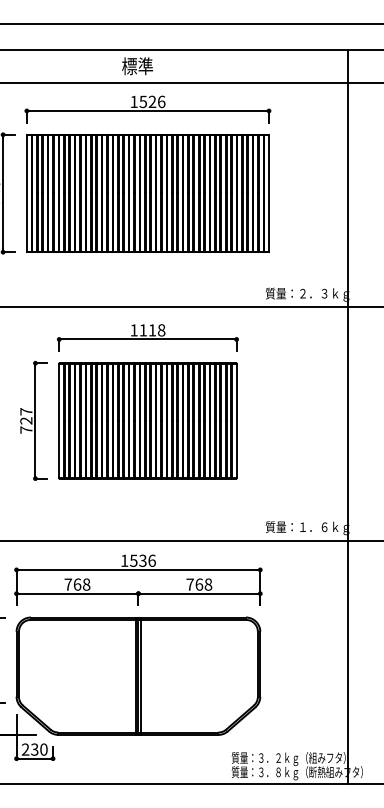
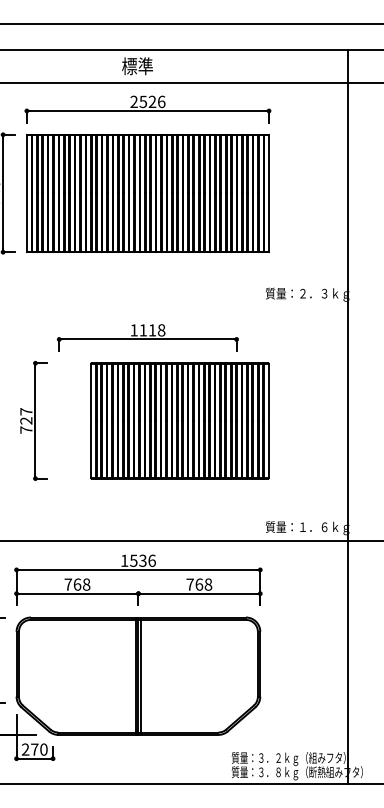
text at (133, 101): 1526 -> 2526
line at (191, 307): present -> none
part at (147, 420) position: (147, 420) -> (179, 420)
text at (34, 749): 230 -> 270
